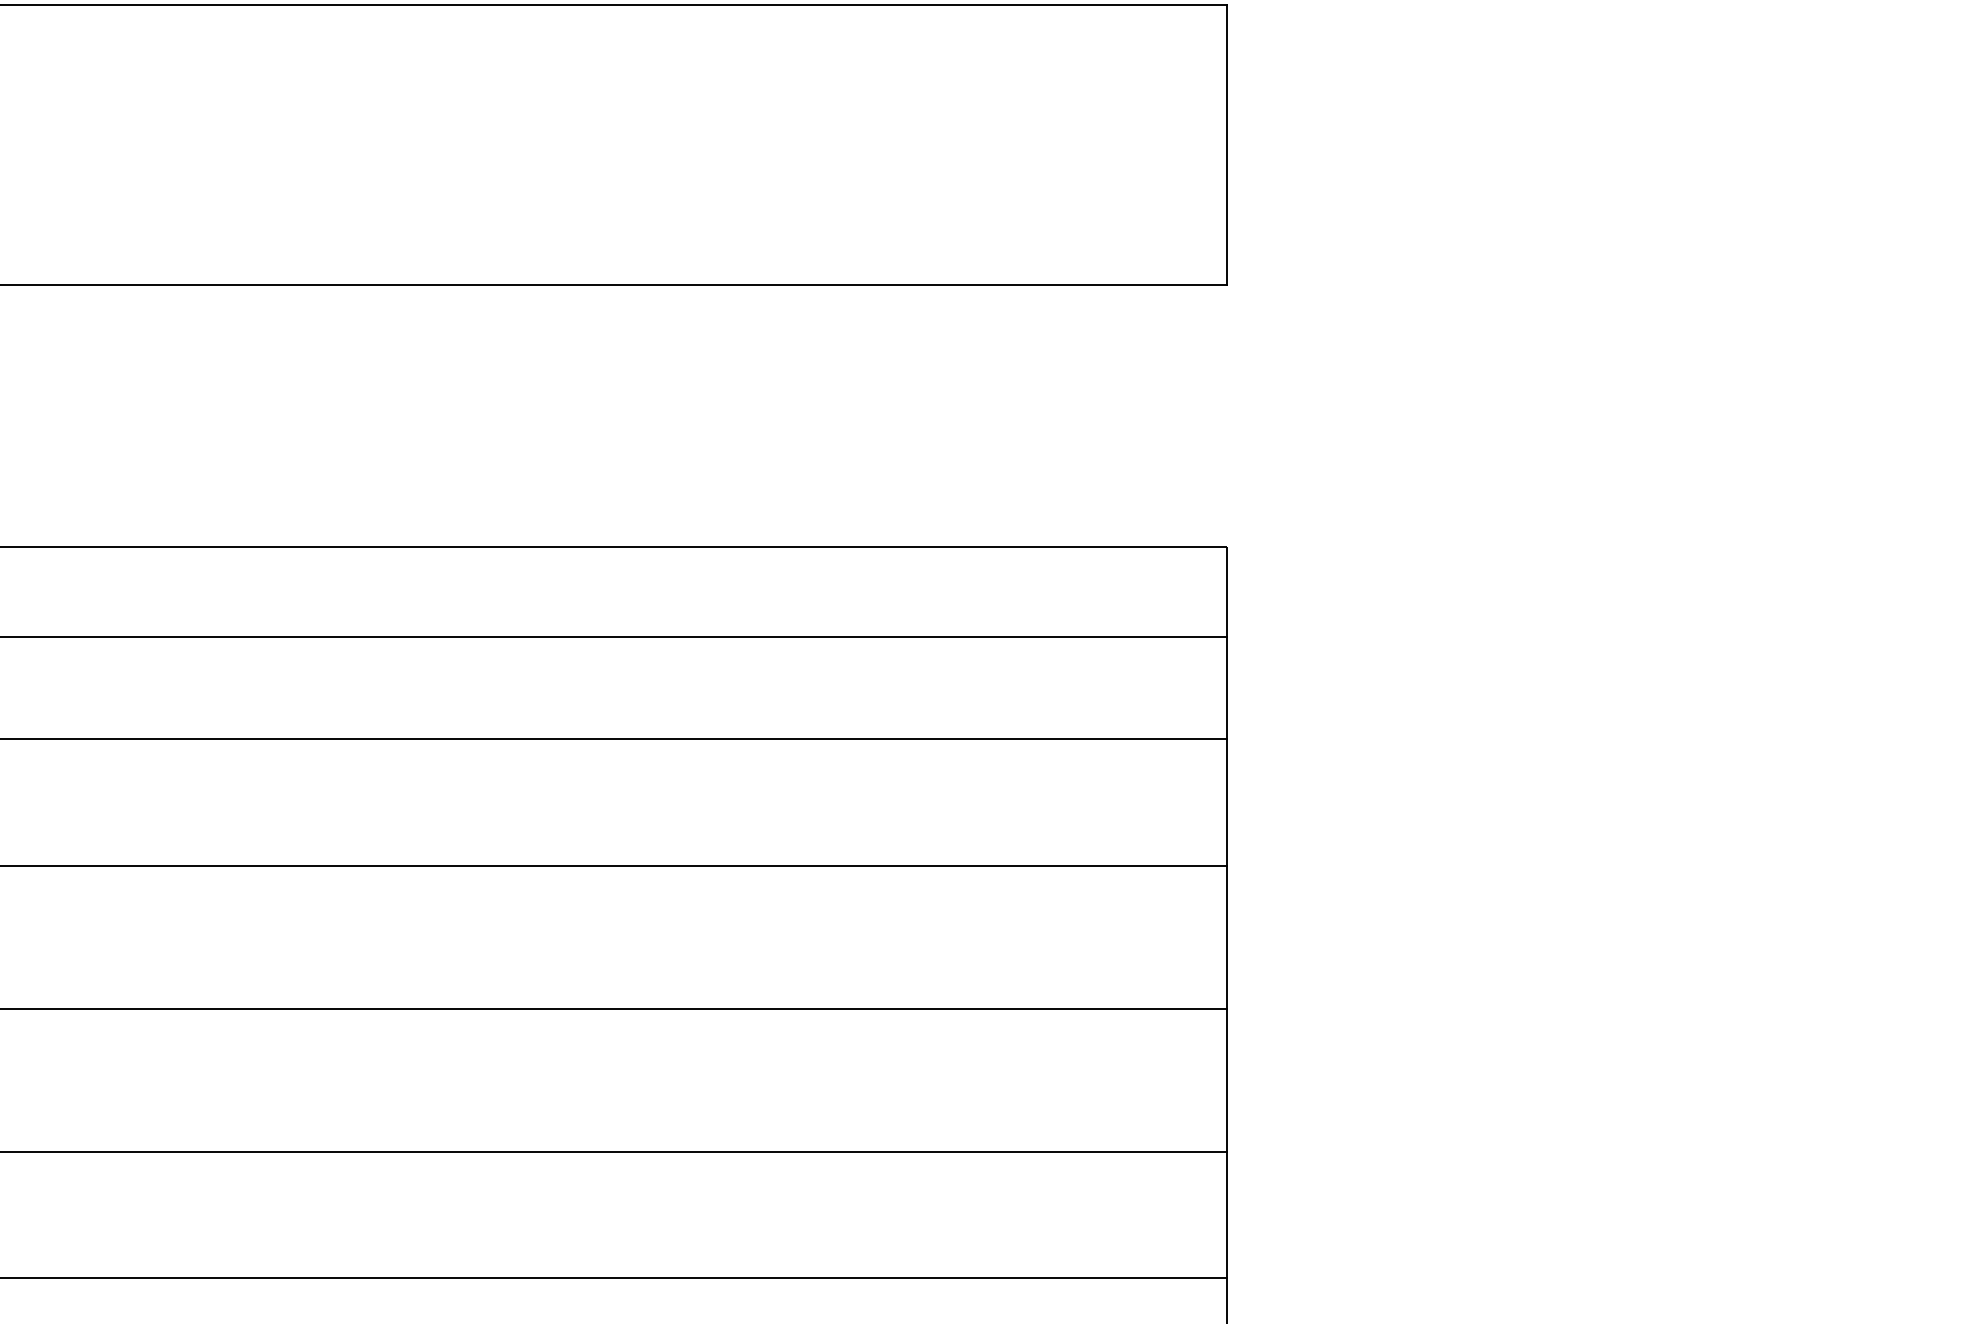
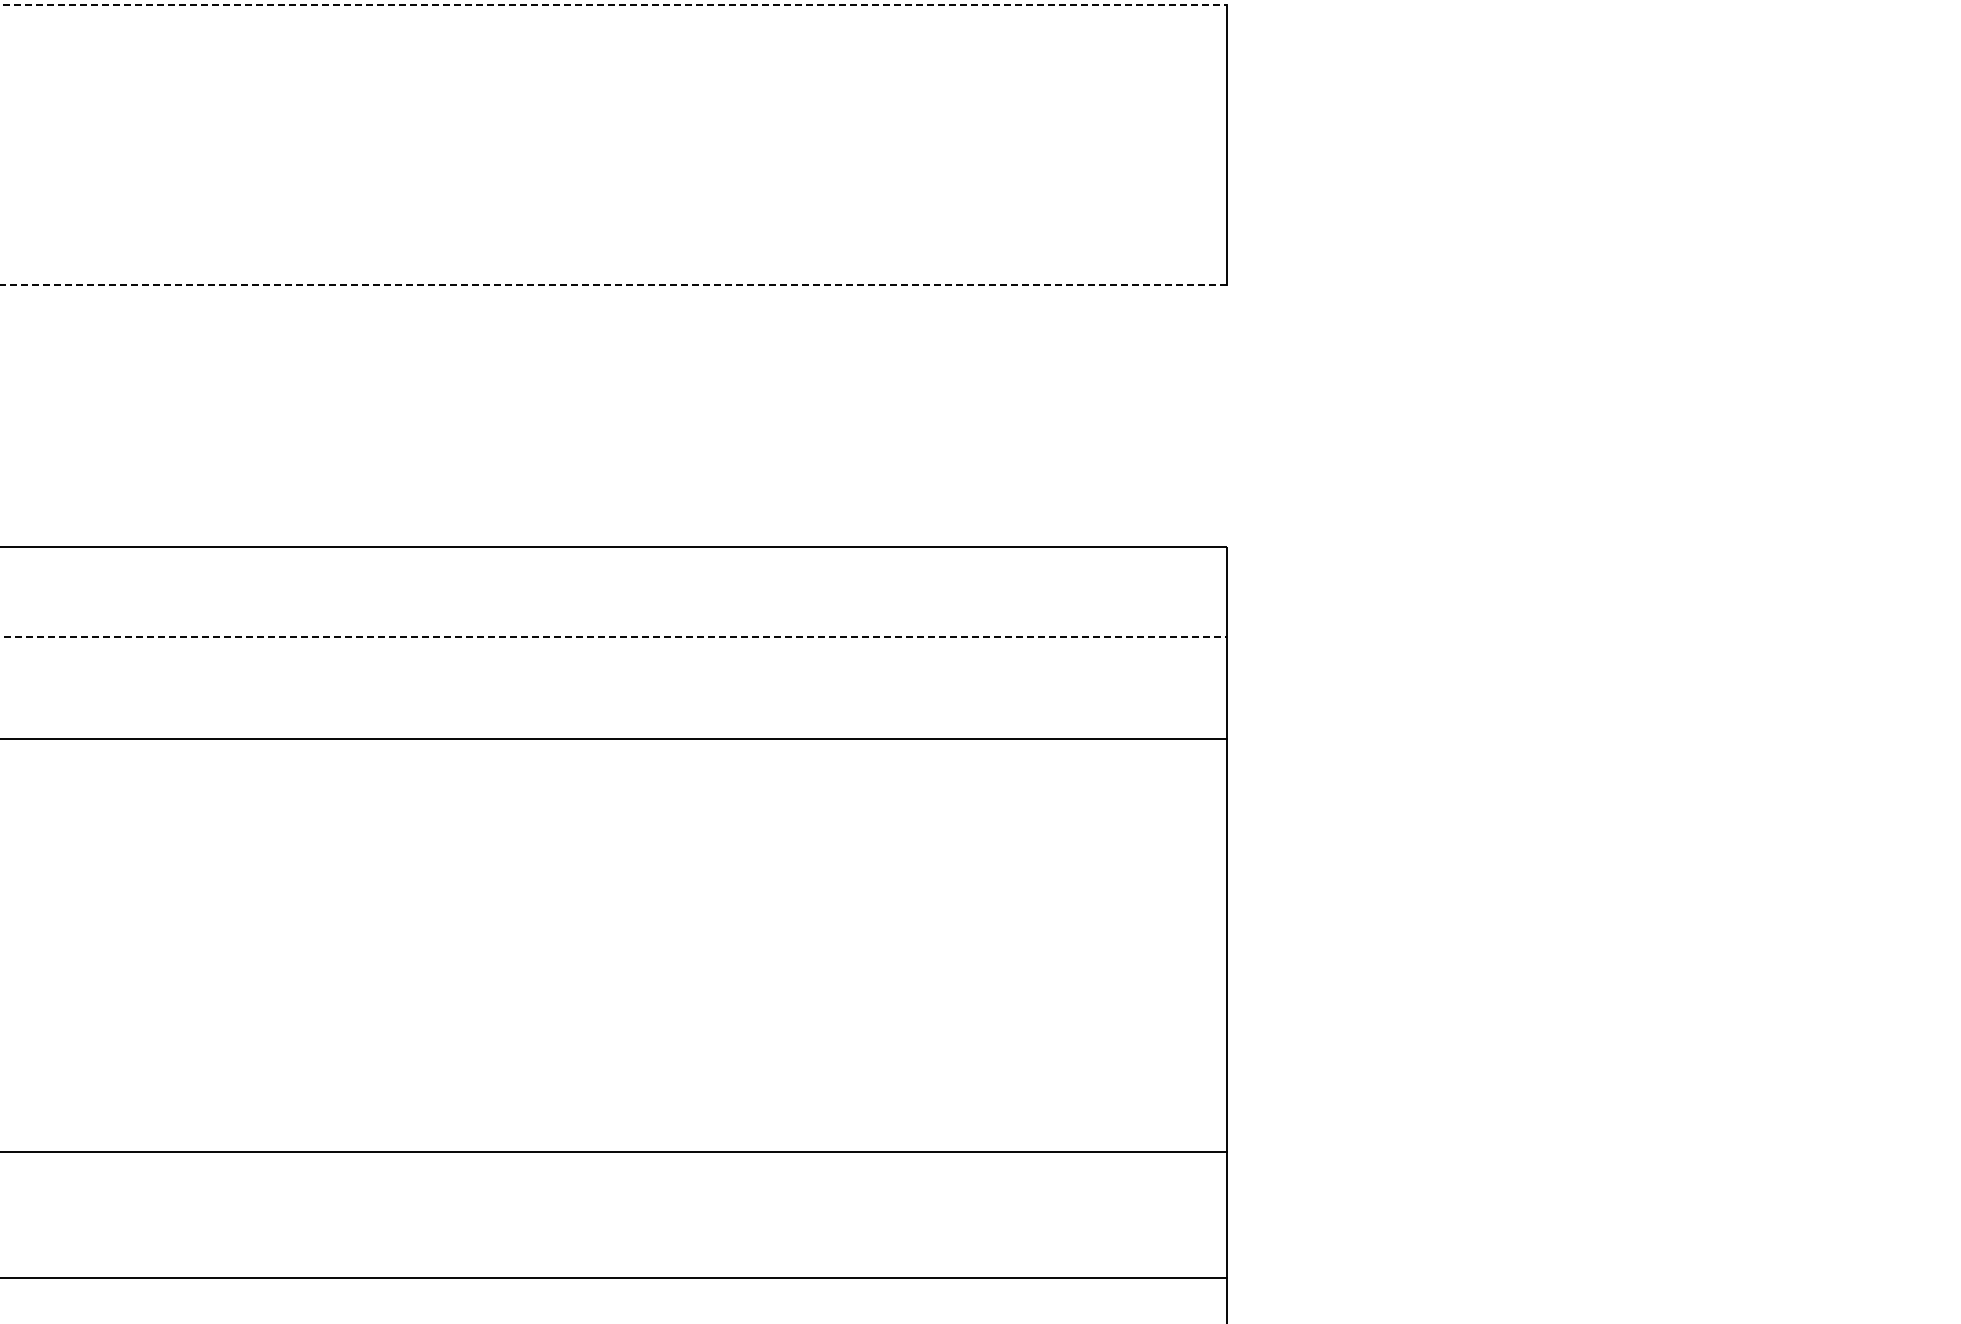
line at (614, 4): solid -> dashed
line at (613, 285): solid -> dashed
line at (614, 637): solid -> dashed
line at (614, 866): present -> none
line at (614, 1009): present -> none
